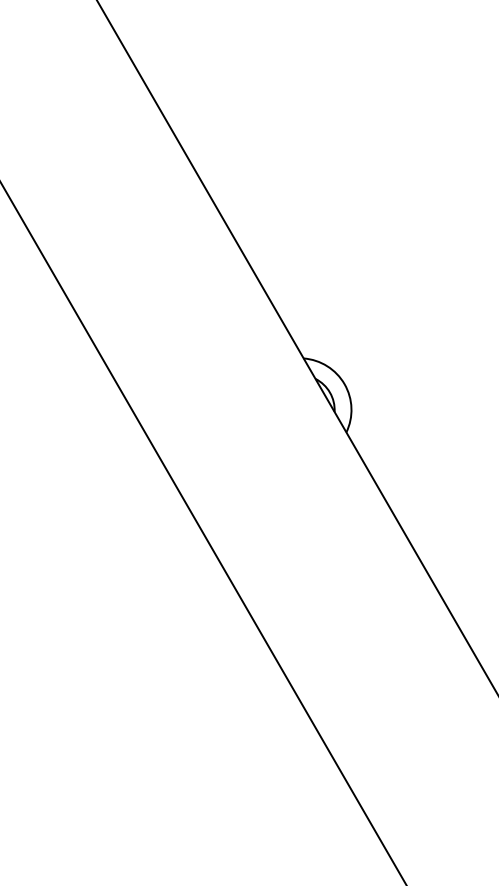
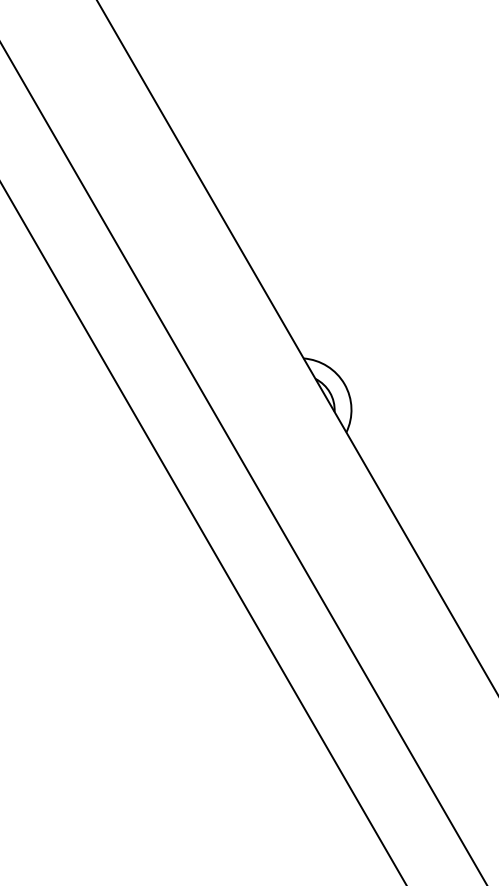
line at (243, 463): none -> present
